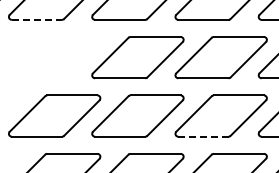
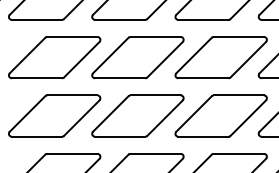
line at (37, 19): dashed -> solid
part at (54, 57): none -> present
line at (203, 136): dashed -> solid
